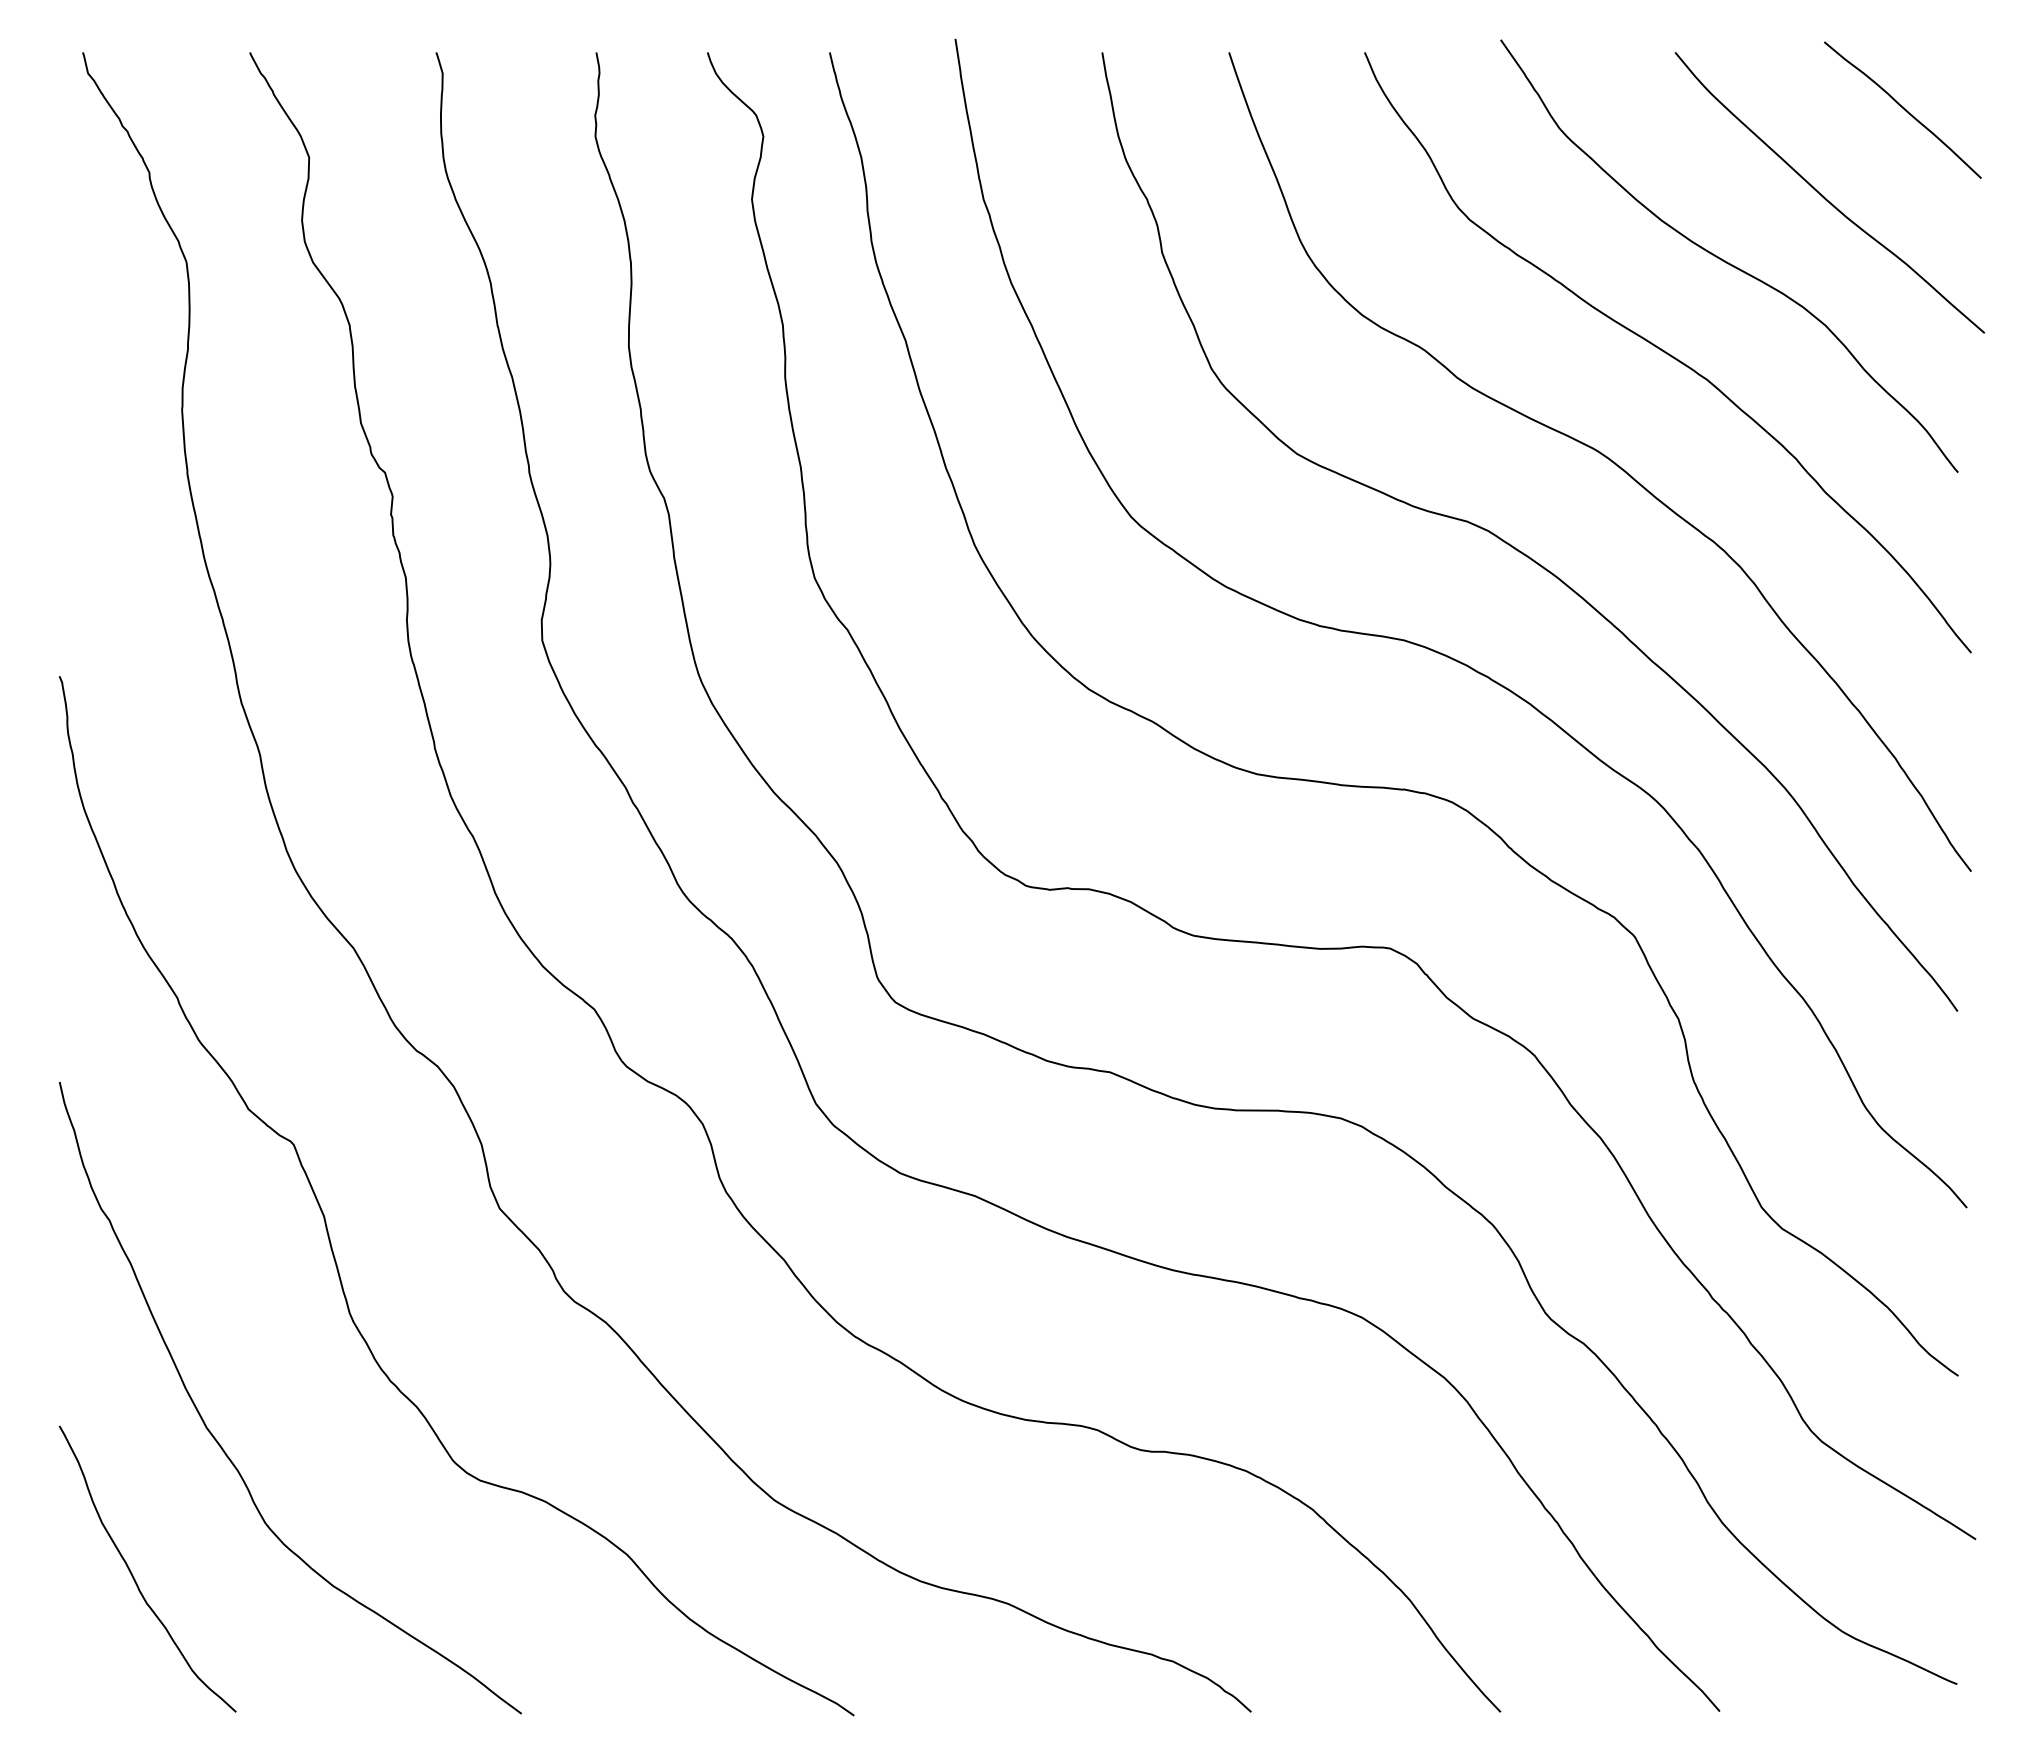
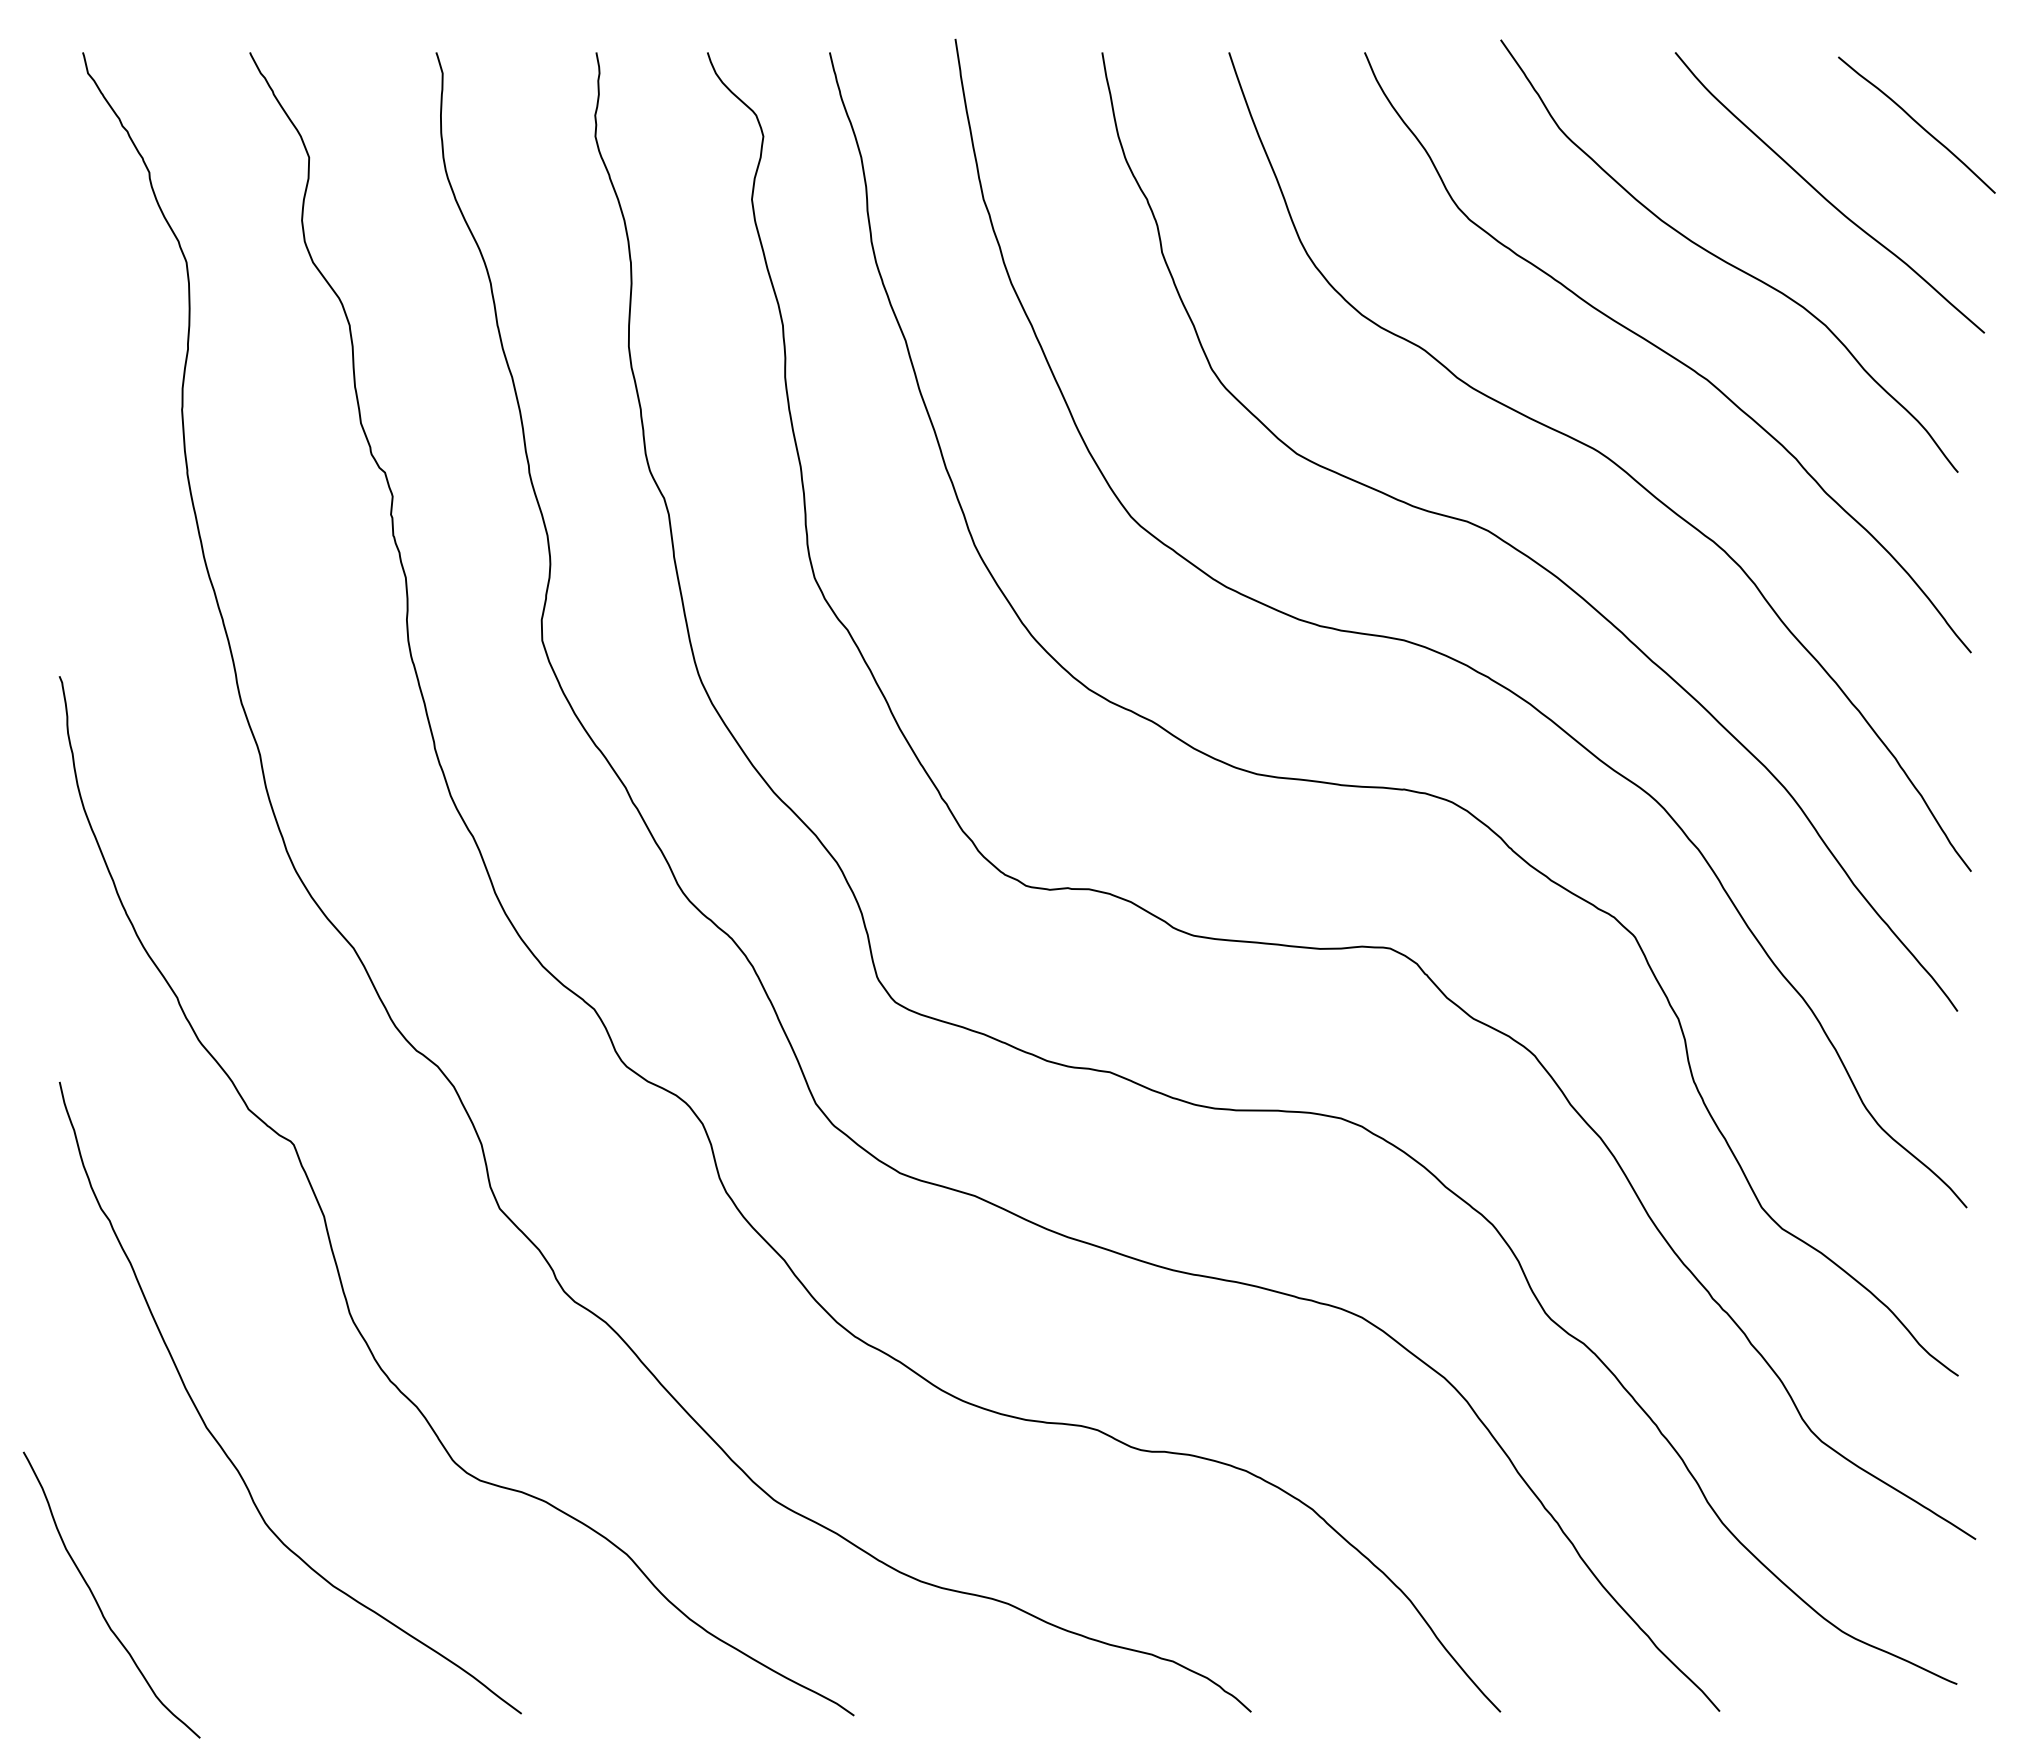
curve at (1902, 108) position: (1902, 108) -> (1916, 123)
curve at (133, 1575) position: (133, 1575) -> (97, 1601)
